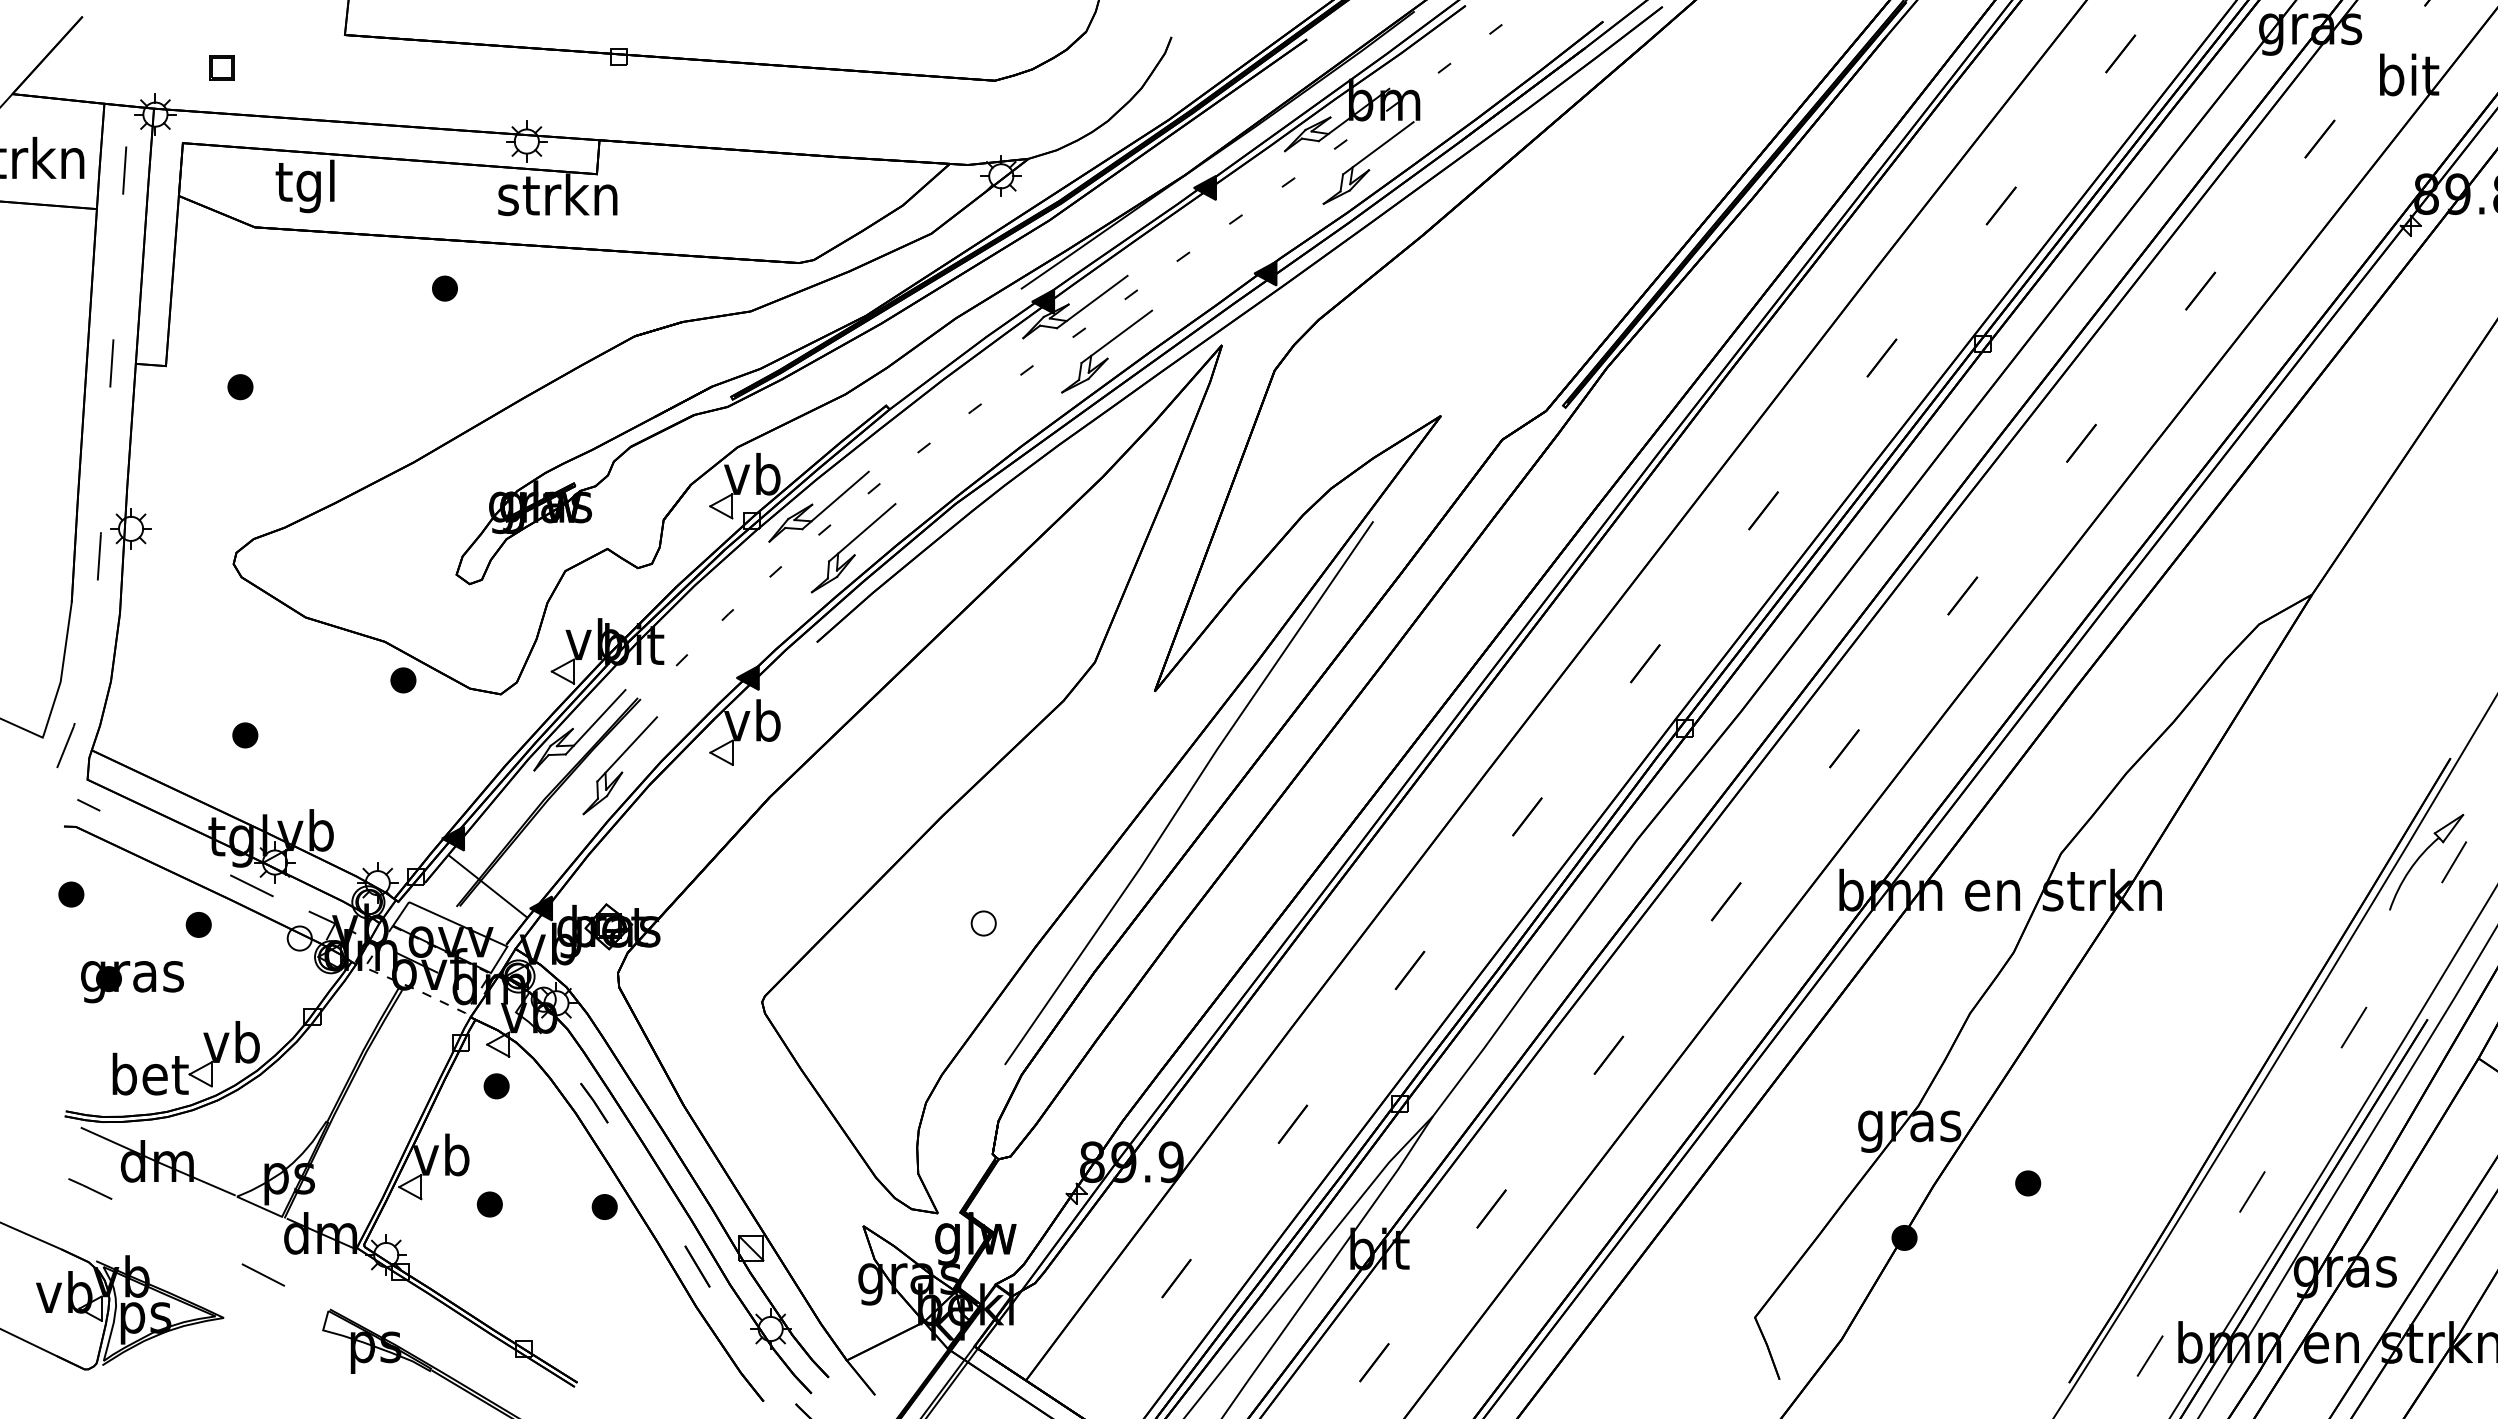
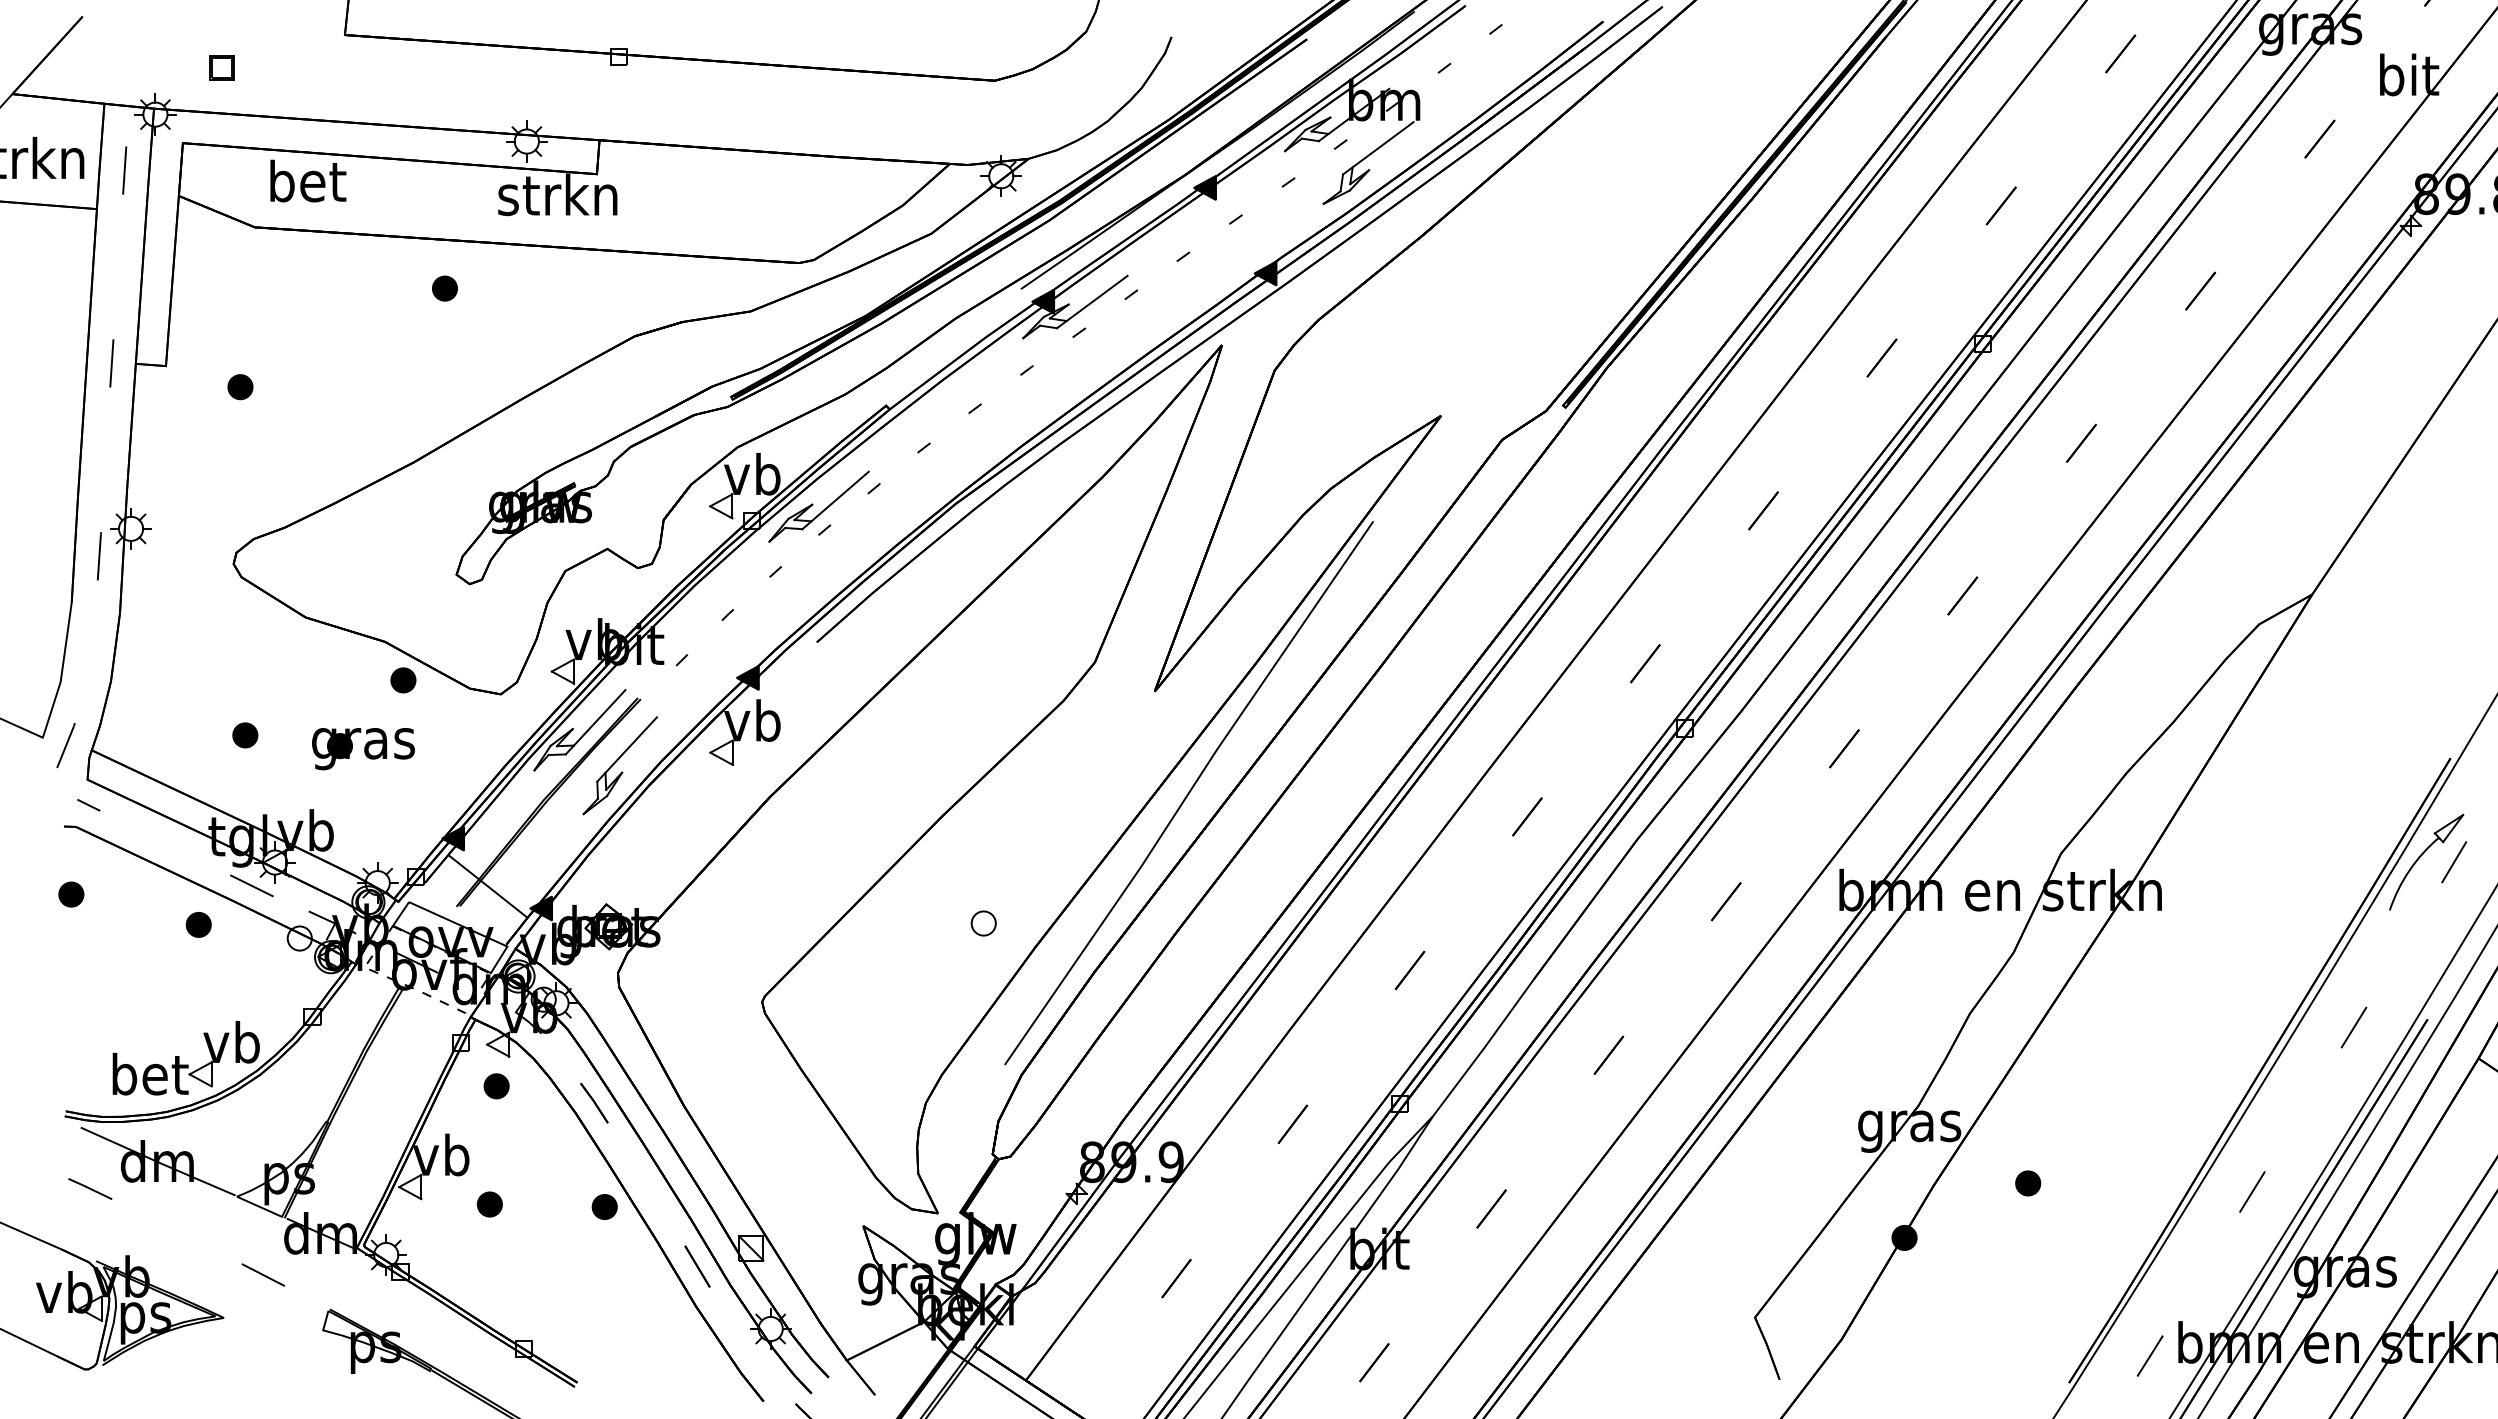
text at (308, 186): tgl -> bet
part at (1107, 351): present -> none
part at (853, 548): present -> none
part at (132, 982) position: (132, 982) -> (363, 749)
